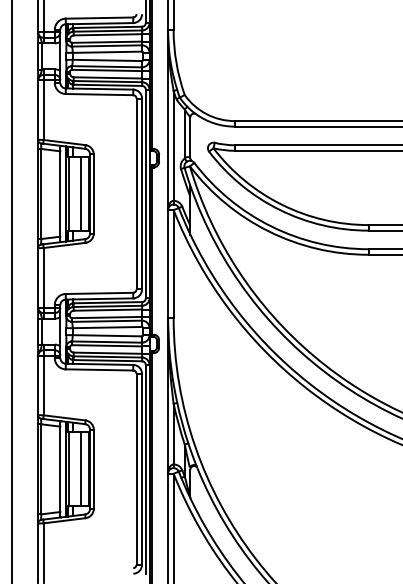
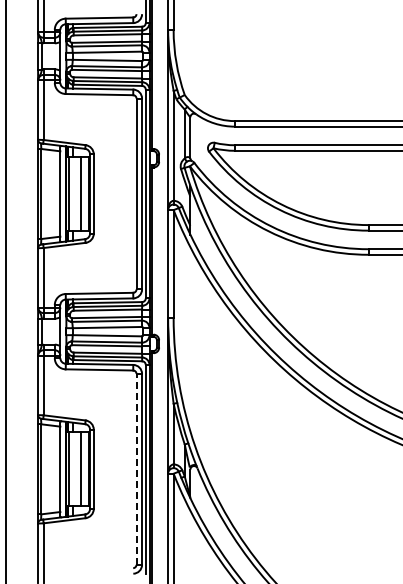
line at (12, 291) position: (12, 291) -> (6, 291)
line at (136, 468): solid -> dashed
